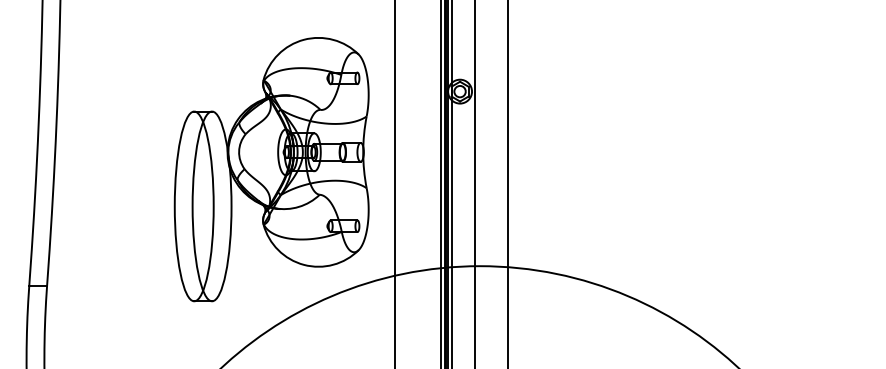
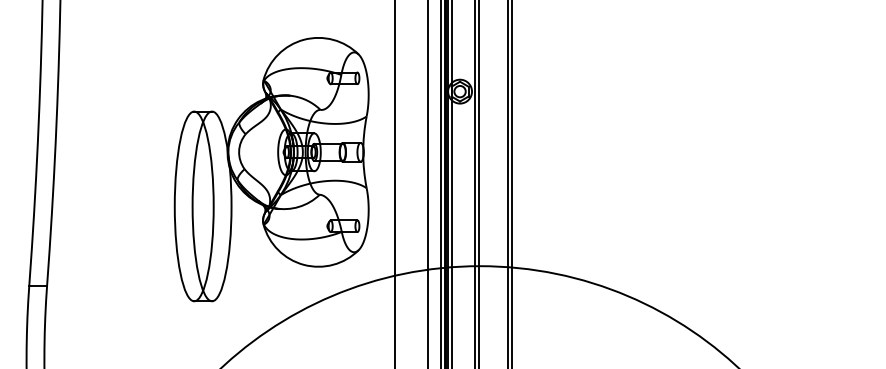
line at (427, 183): none -> present
line at (479, 183): none -> present
line at (511, 183): none -> present
